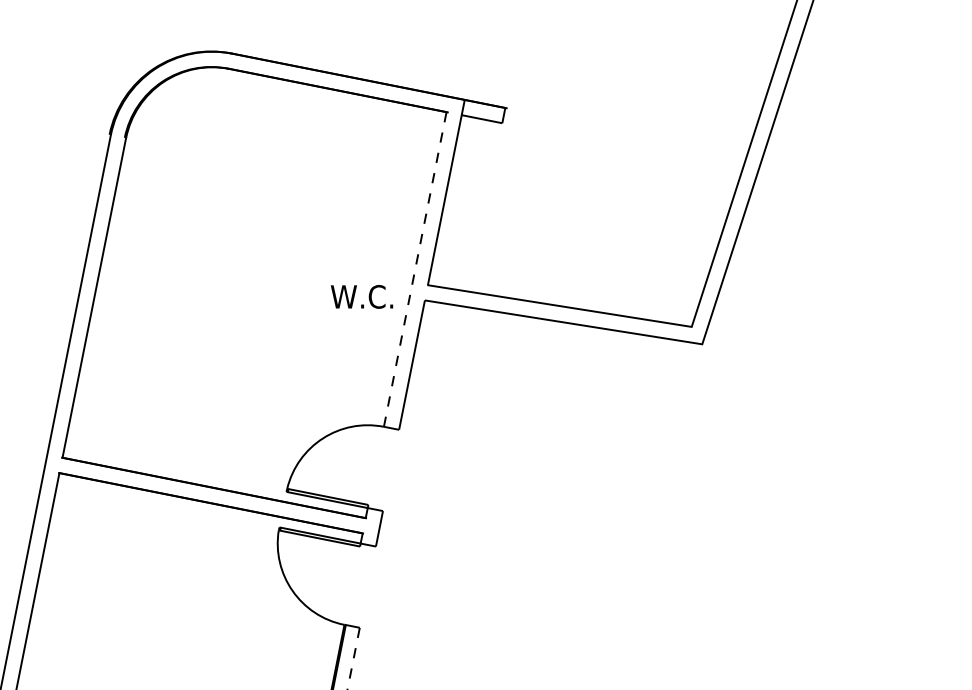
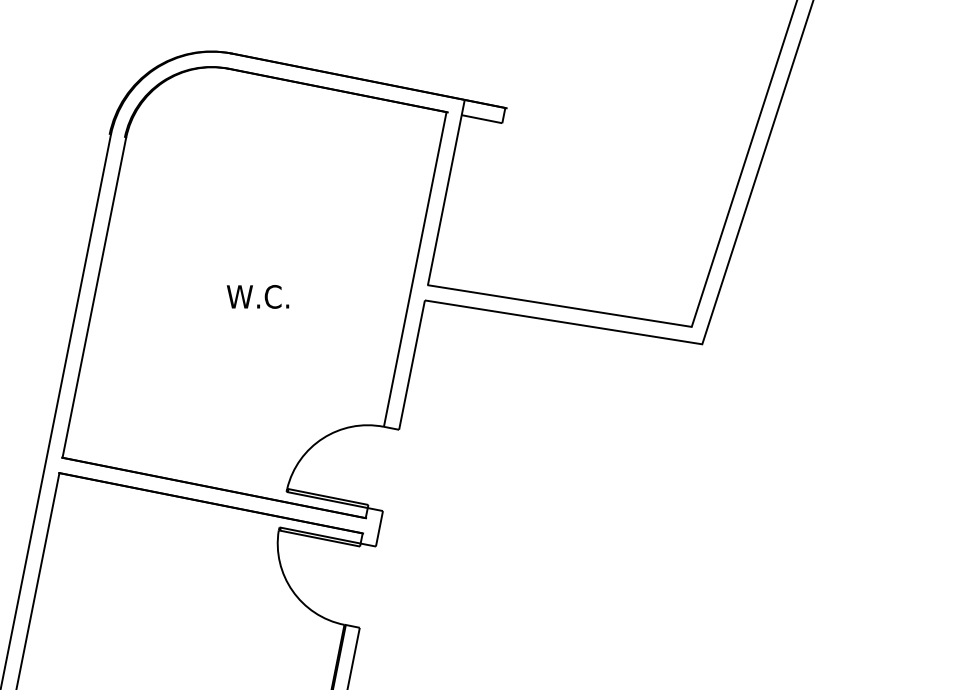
line at (415, 269): dashed -> solid
text at (361, 296) position: (361, 296) -> (257, 296)
line at (353, 659): dashed -> solid
